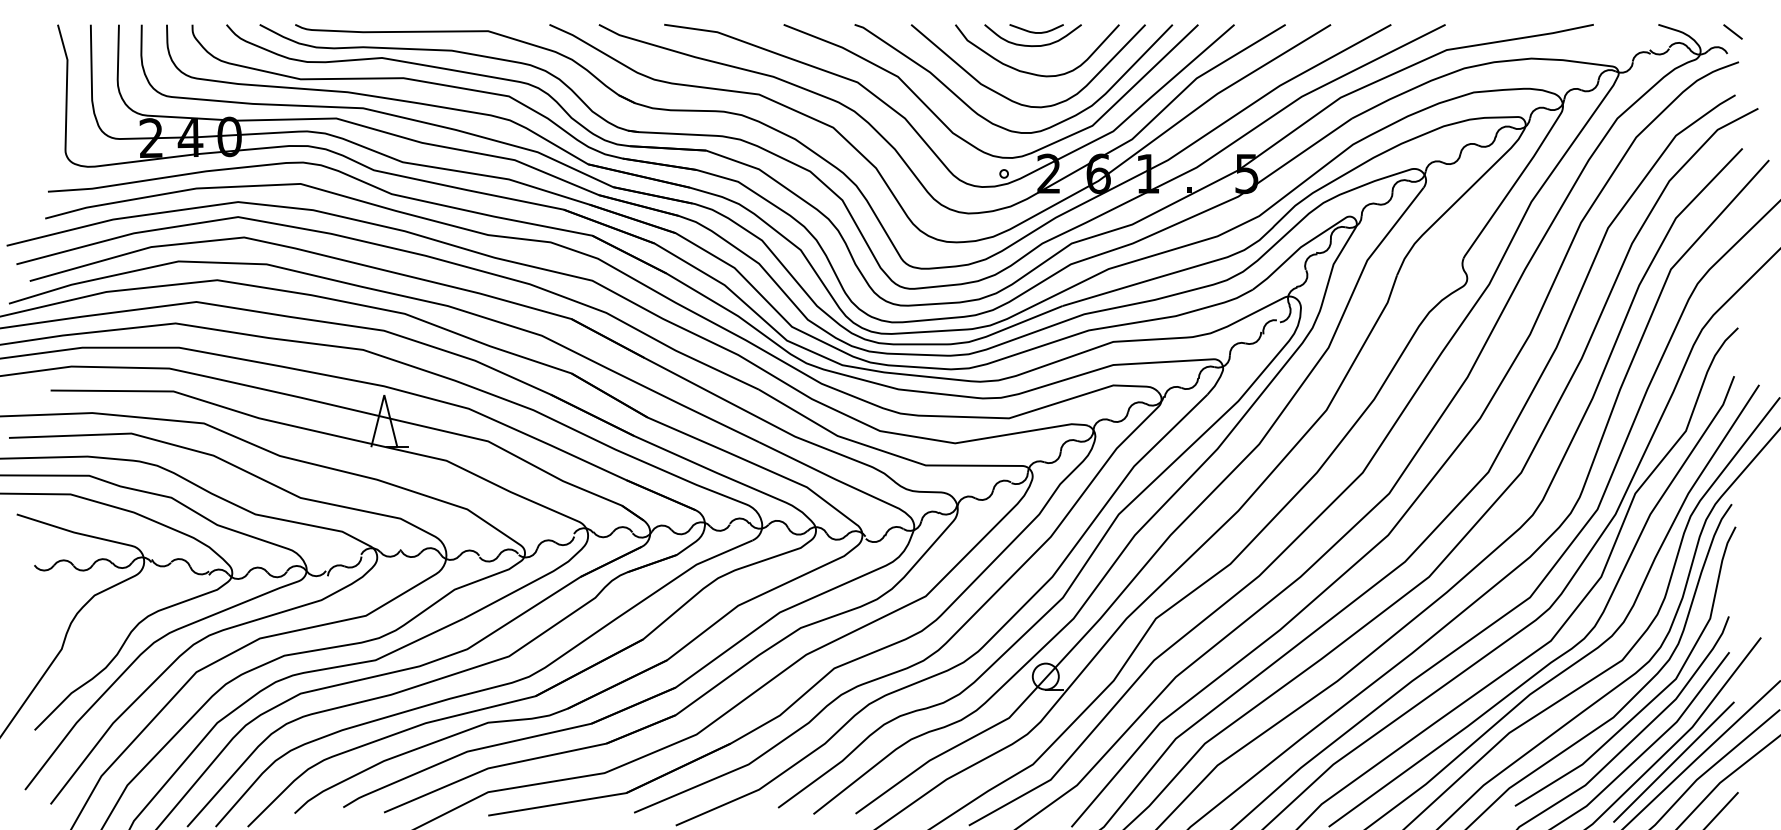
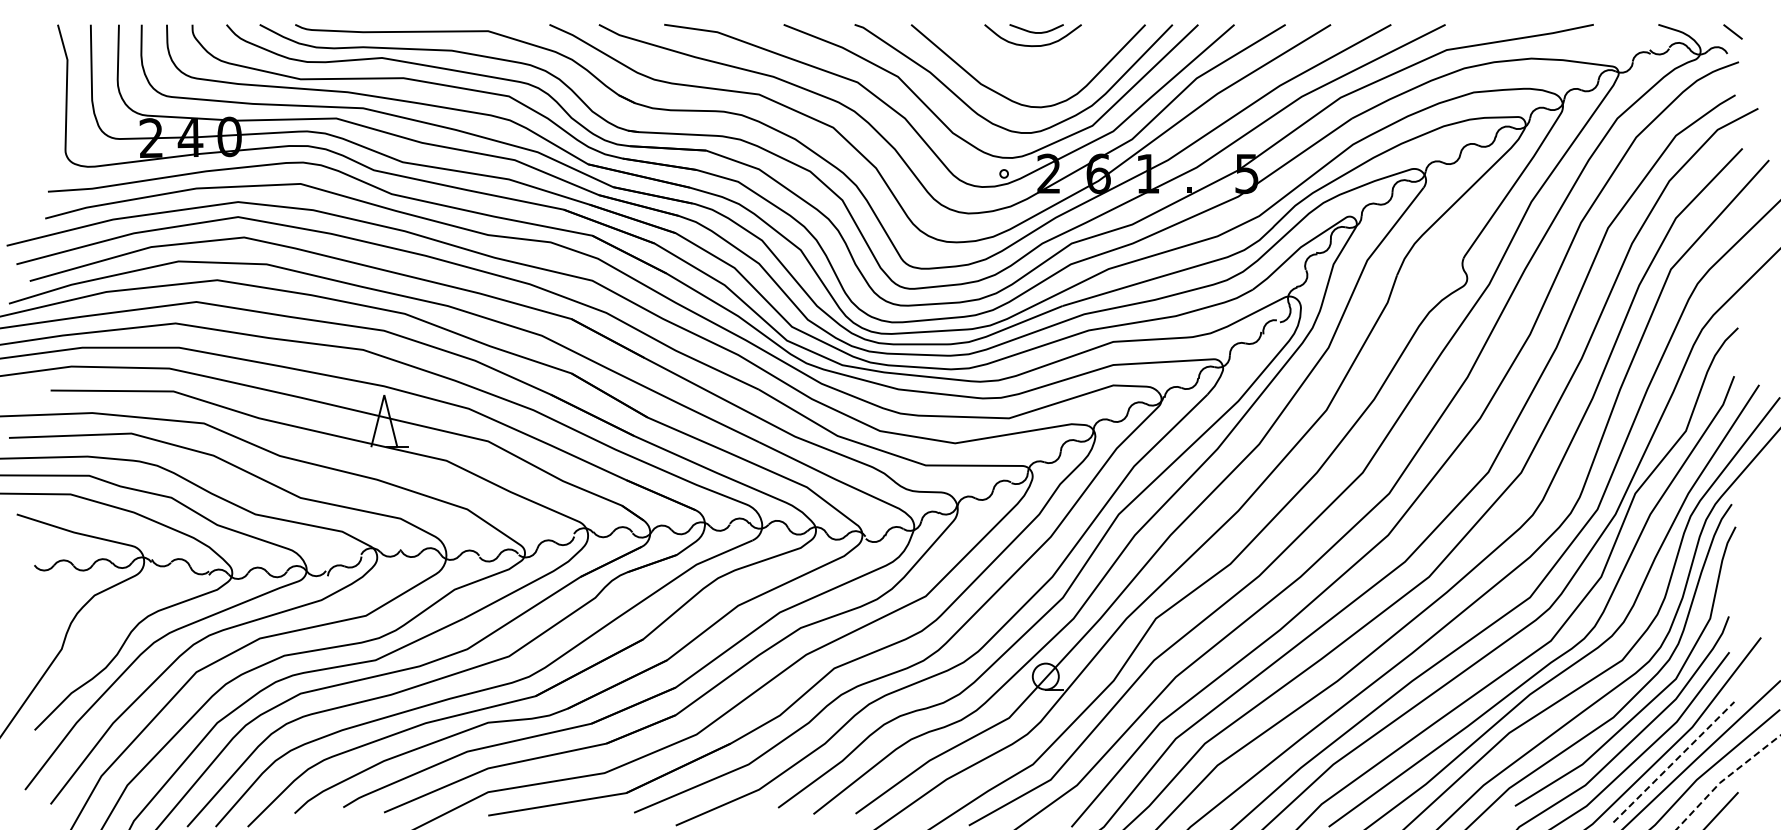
curve at (1031, 72): present -> none
line at (1674, 761): solid -> dashed
line at (1724, 779): solid -> dashed
